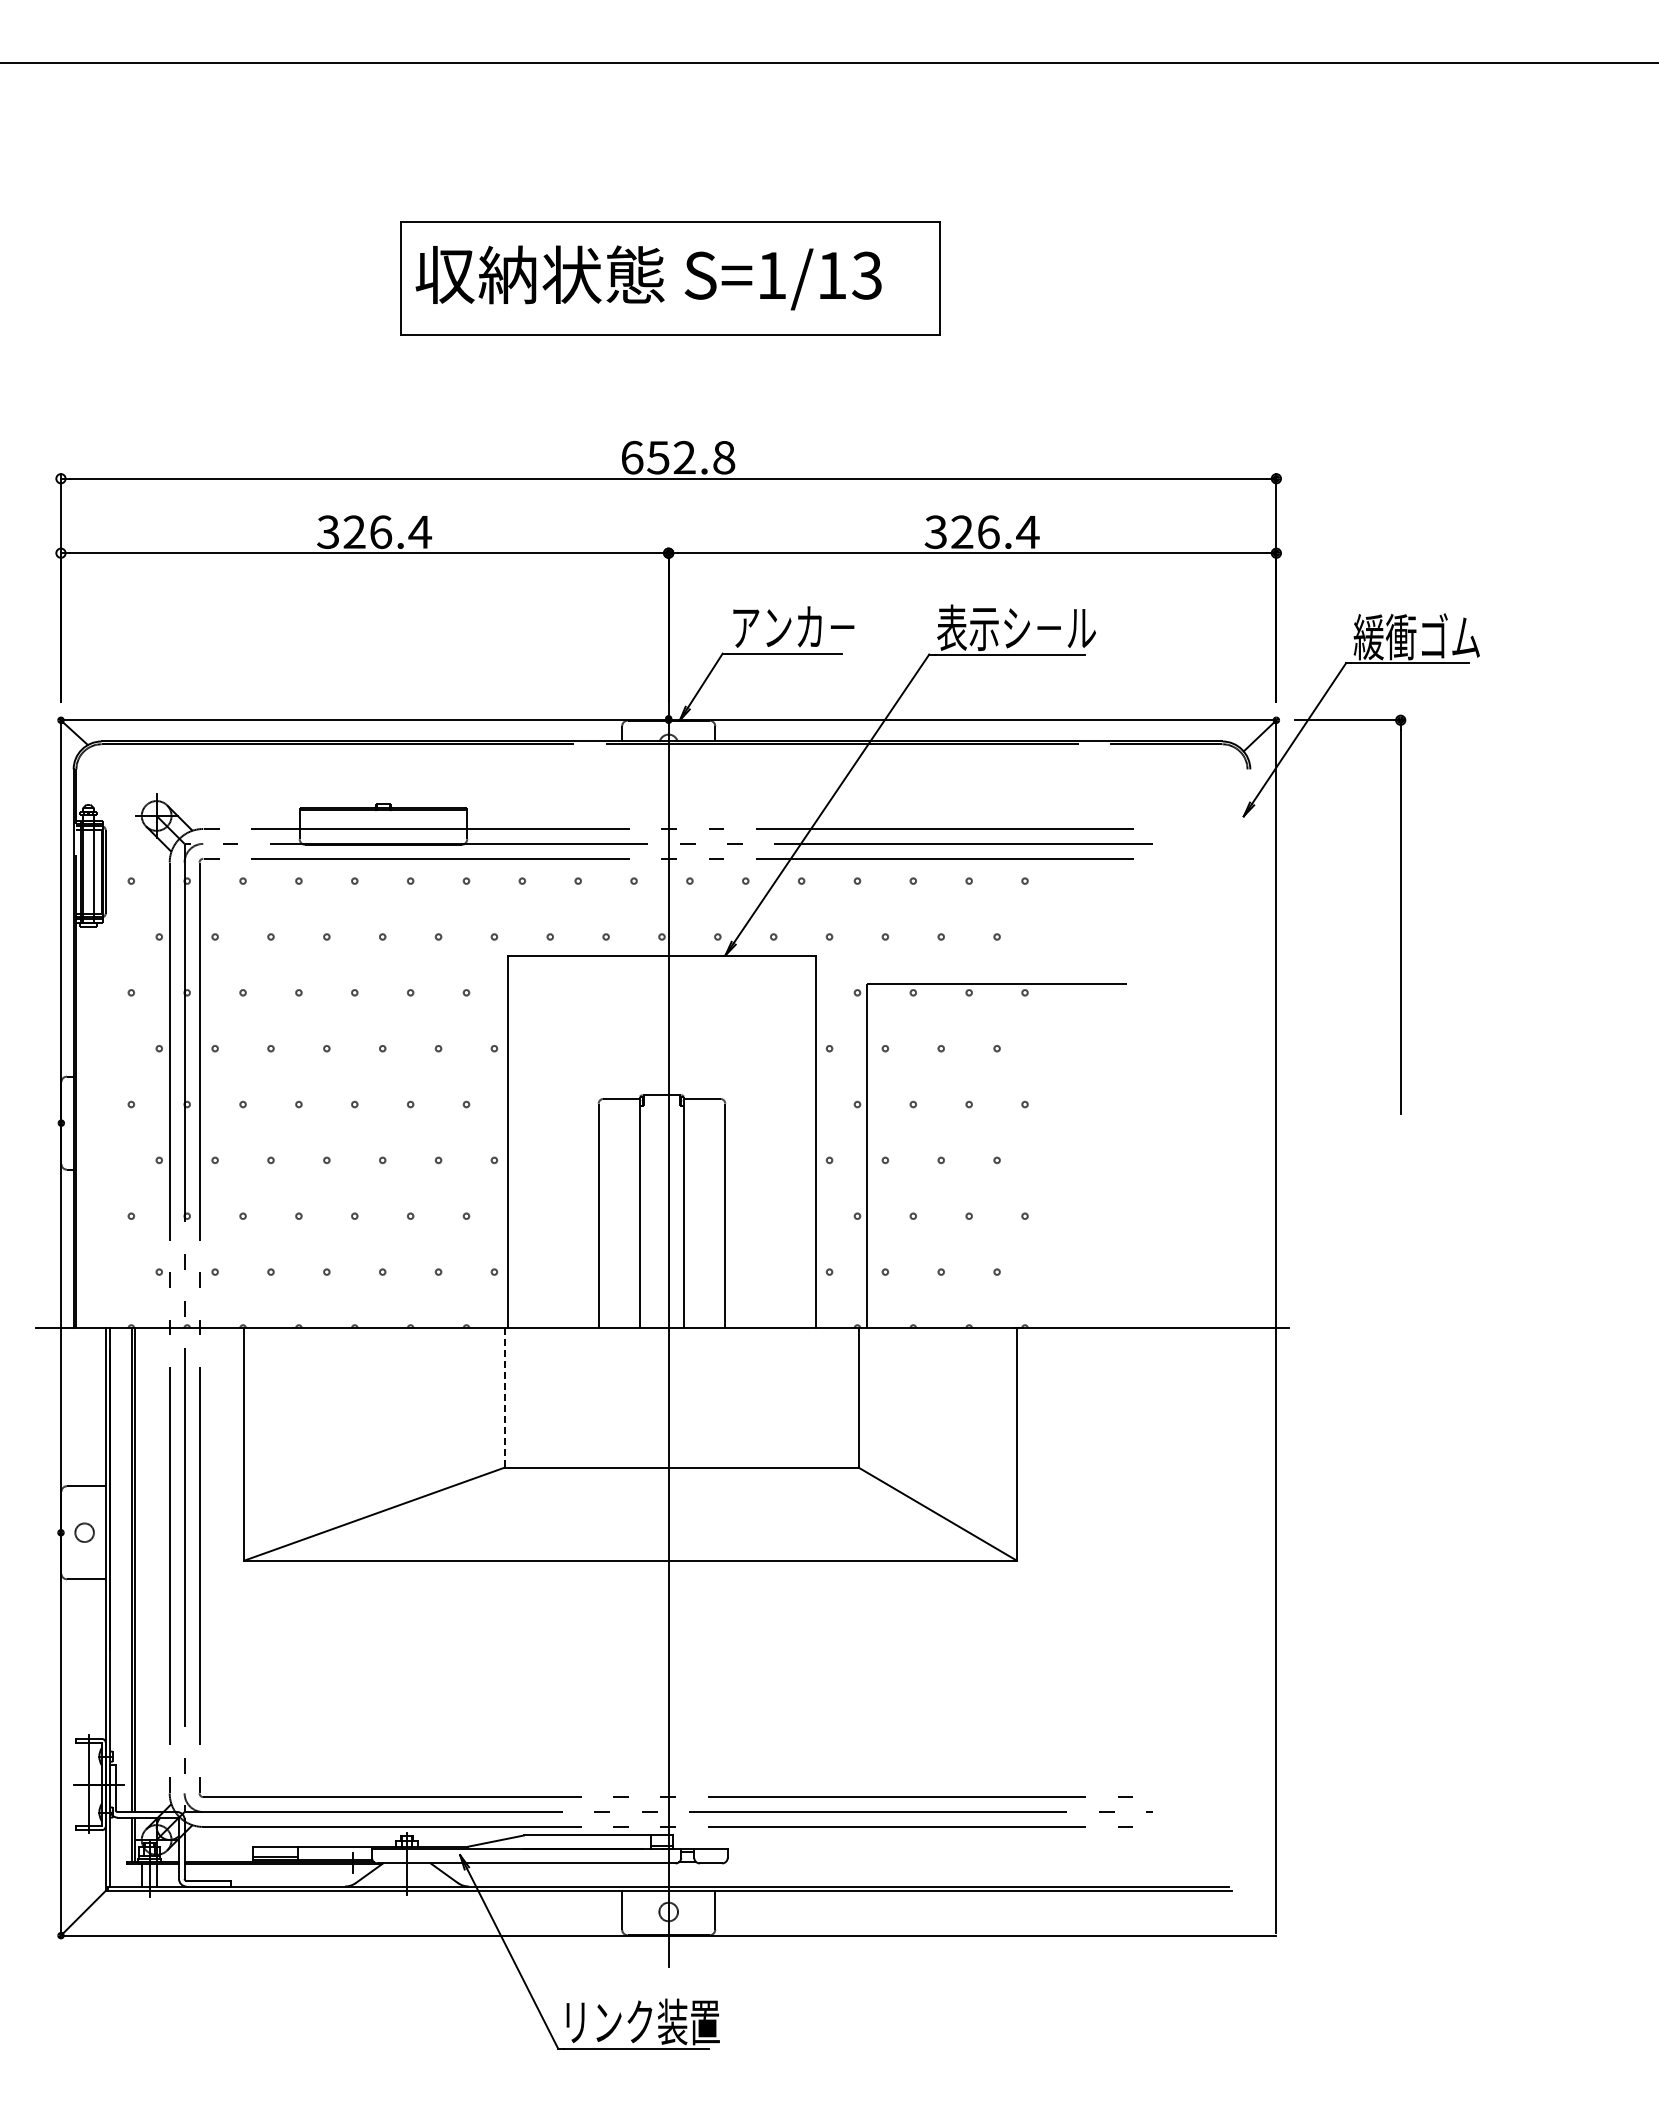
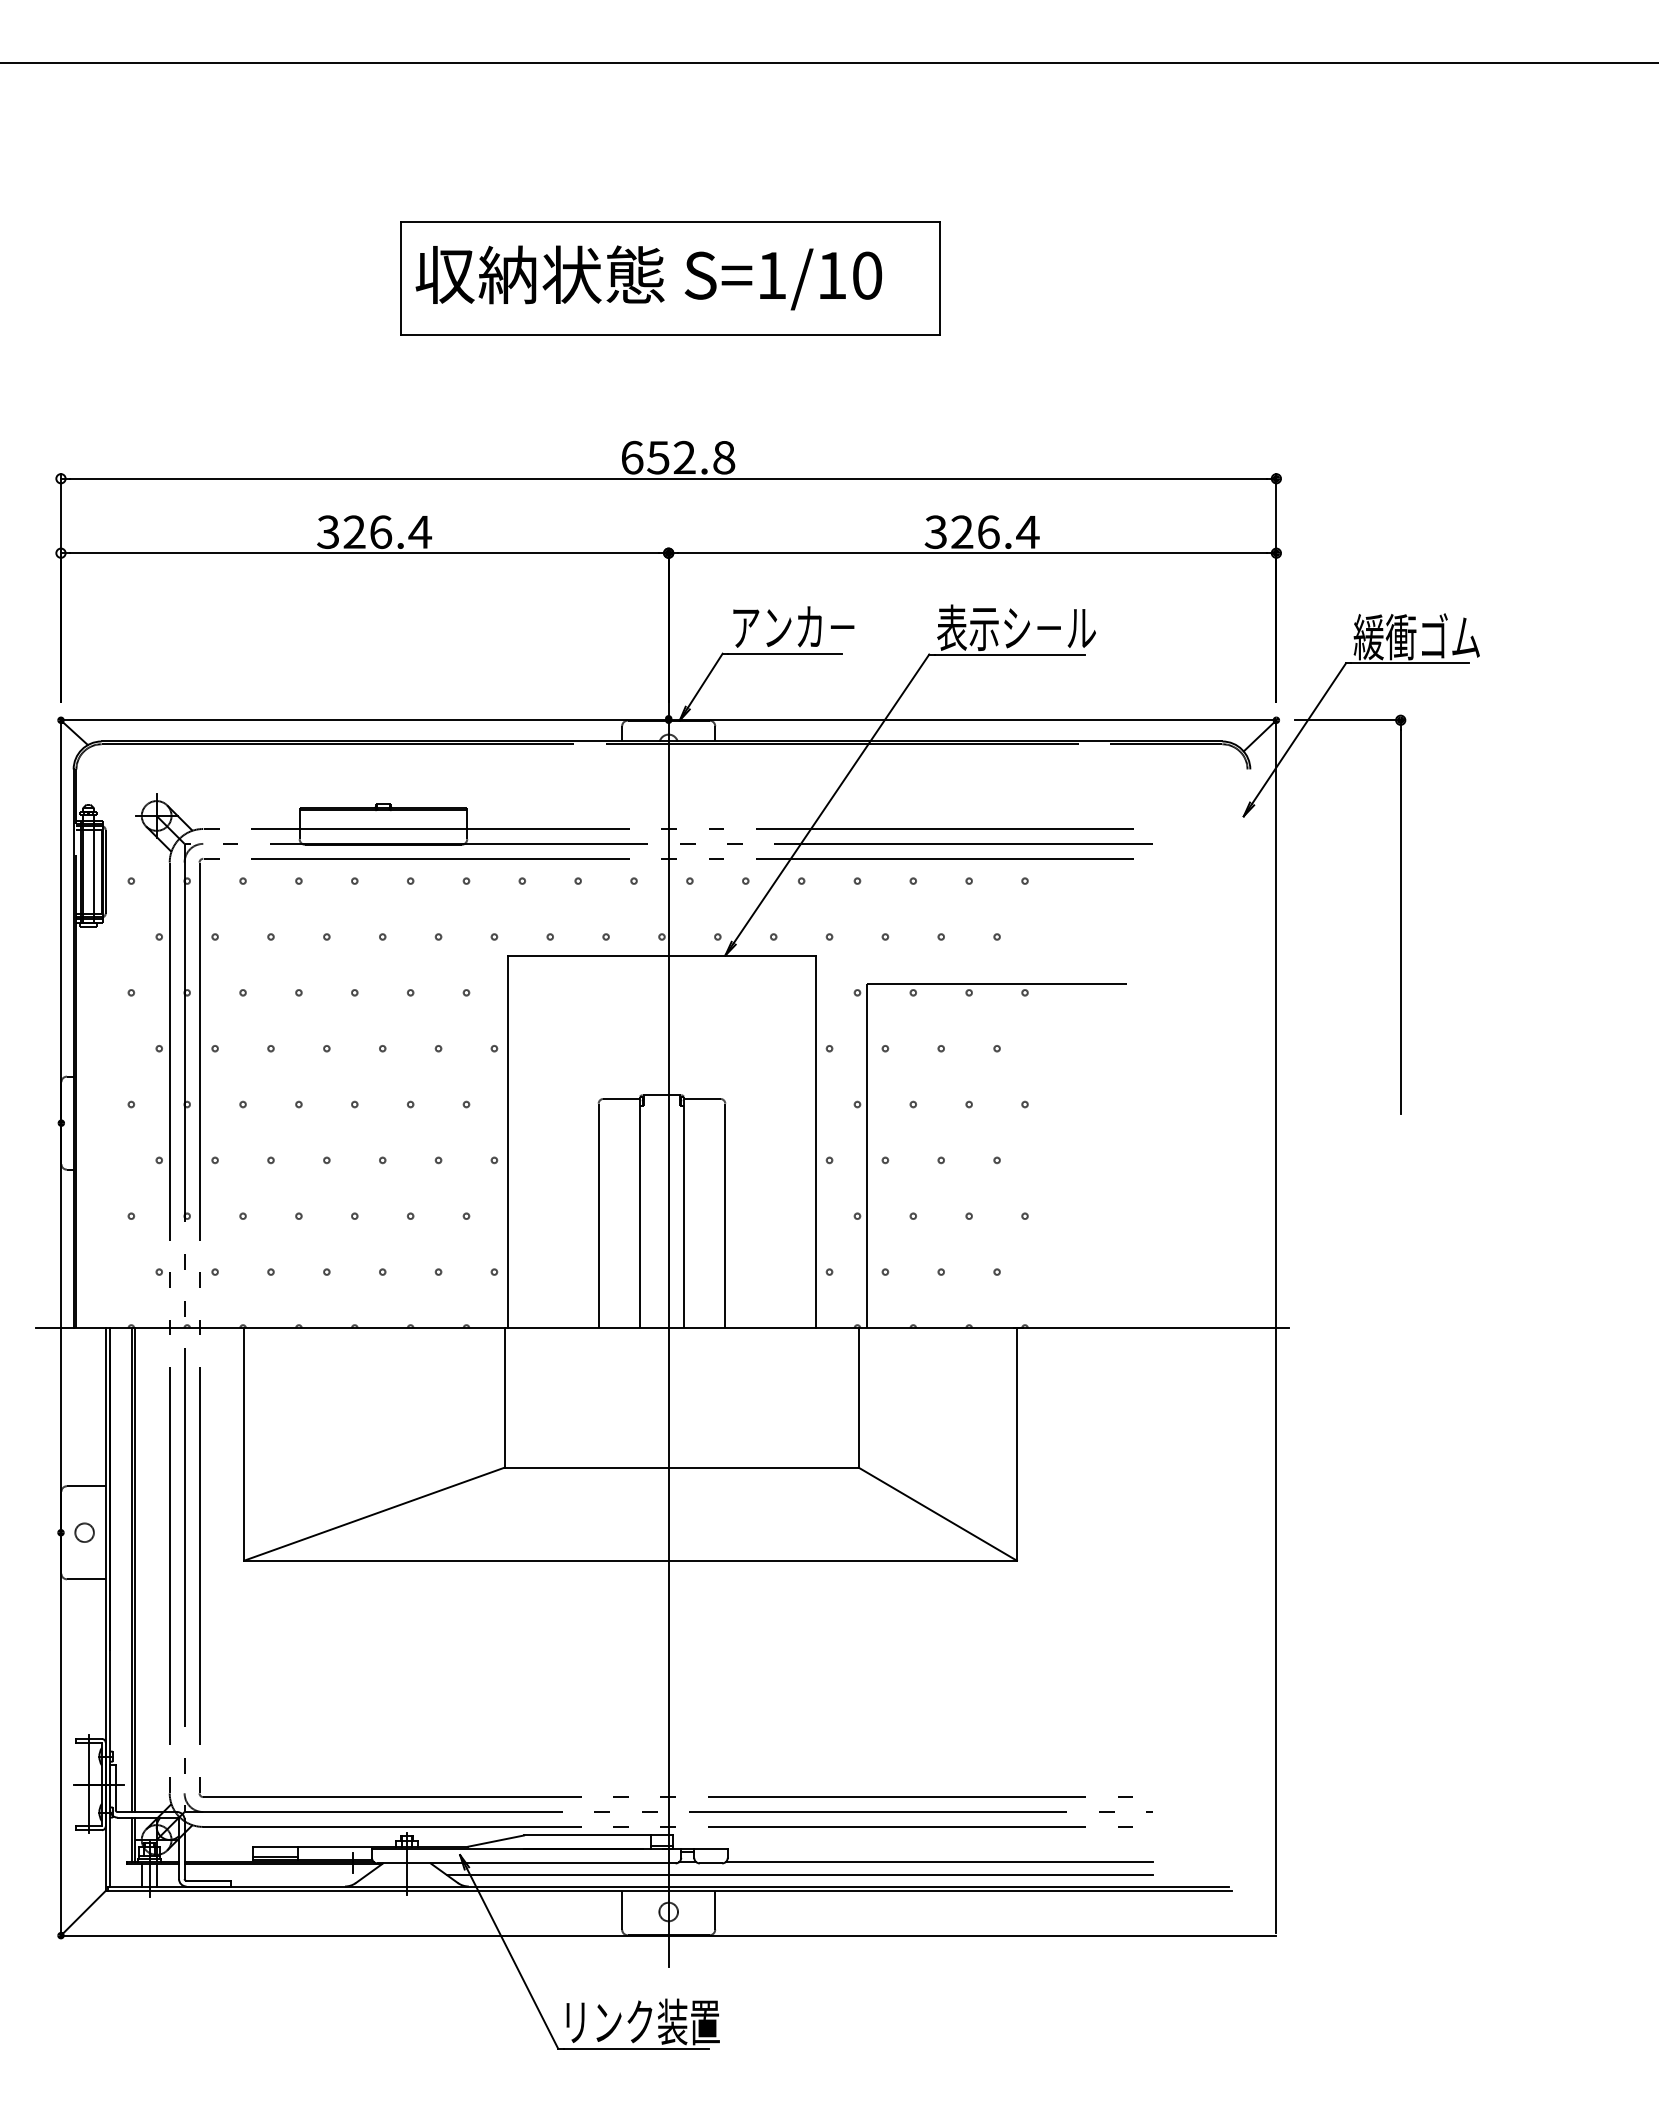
text at (867, 275): S=1/13 -> S=1/10
line at (504, 1397): dashed -> solid
line at (938, 1861): none -> present
line at (799, 1875): none -> present
